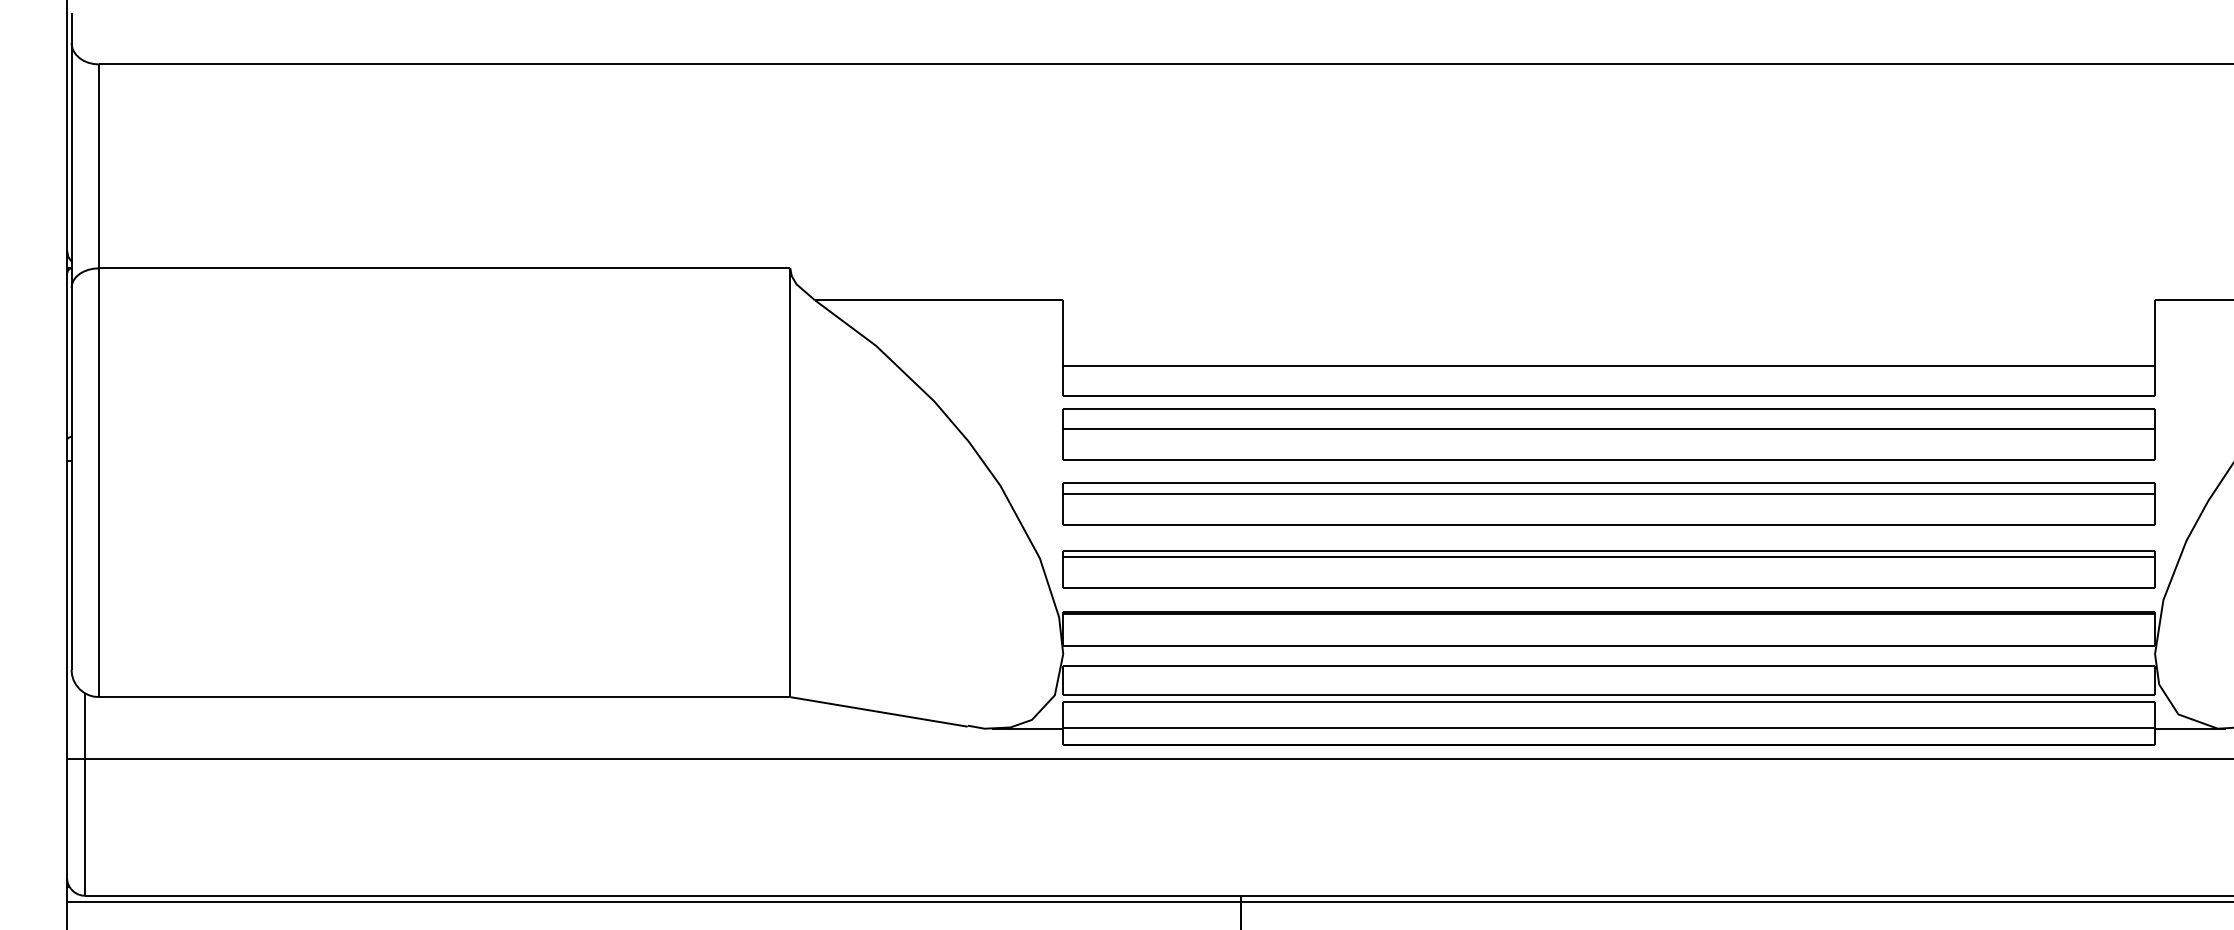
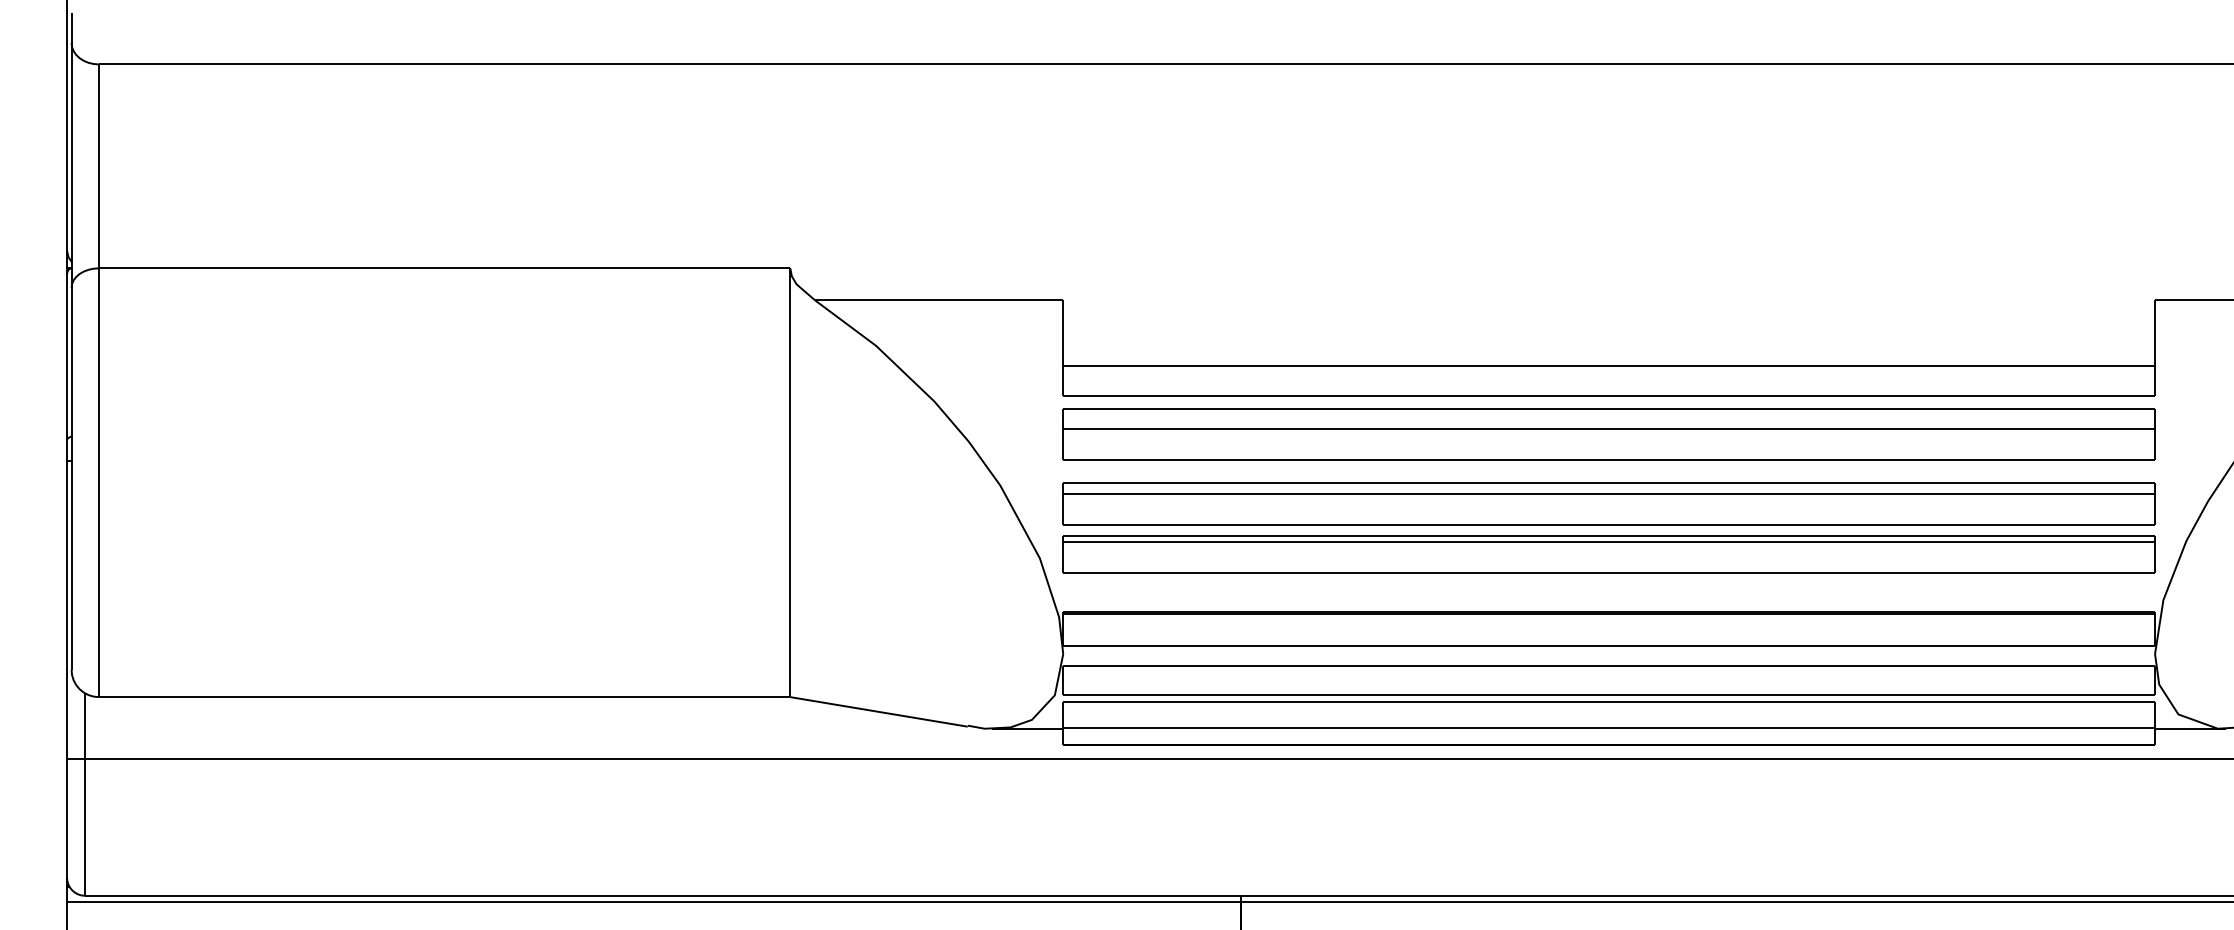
part at (1608, 569) position: (1608, 569) -> (1608, 554)
